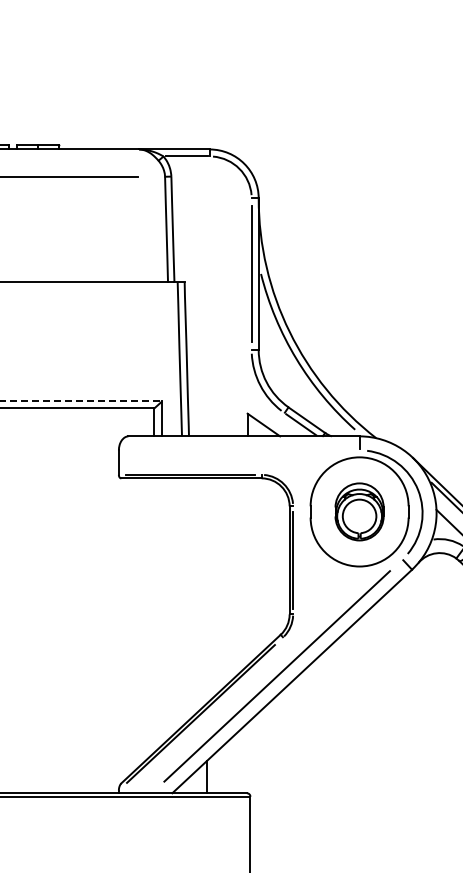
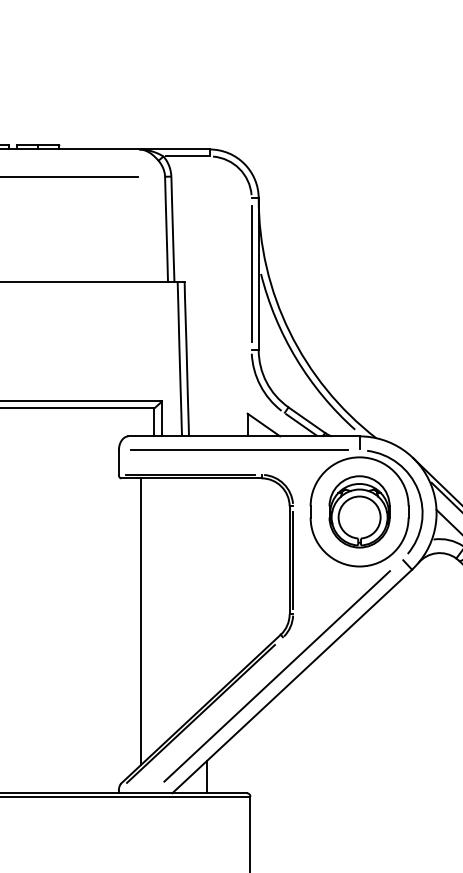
line at (81, 401): dashed -> solid
line at (238, 450): none -> present
part at (359, 511) size: 51x60 px -> 63x74 px
line at (141, 621): none -> present
